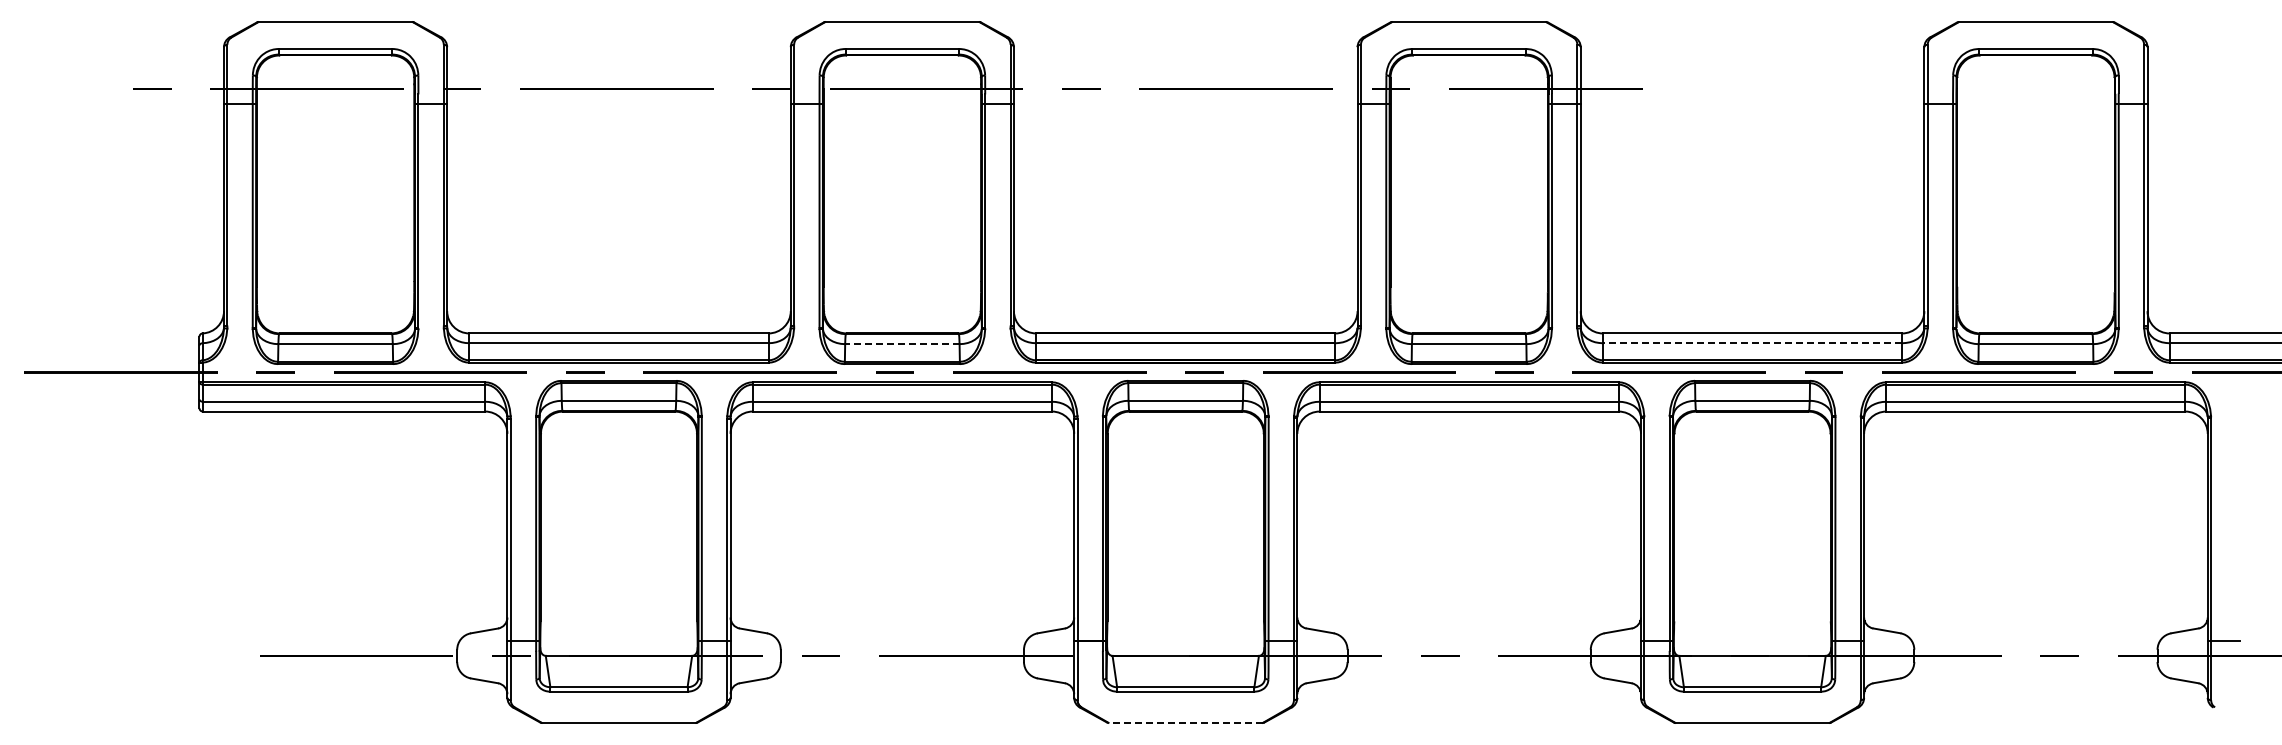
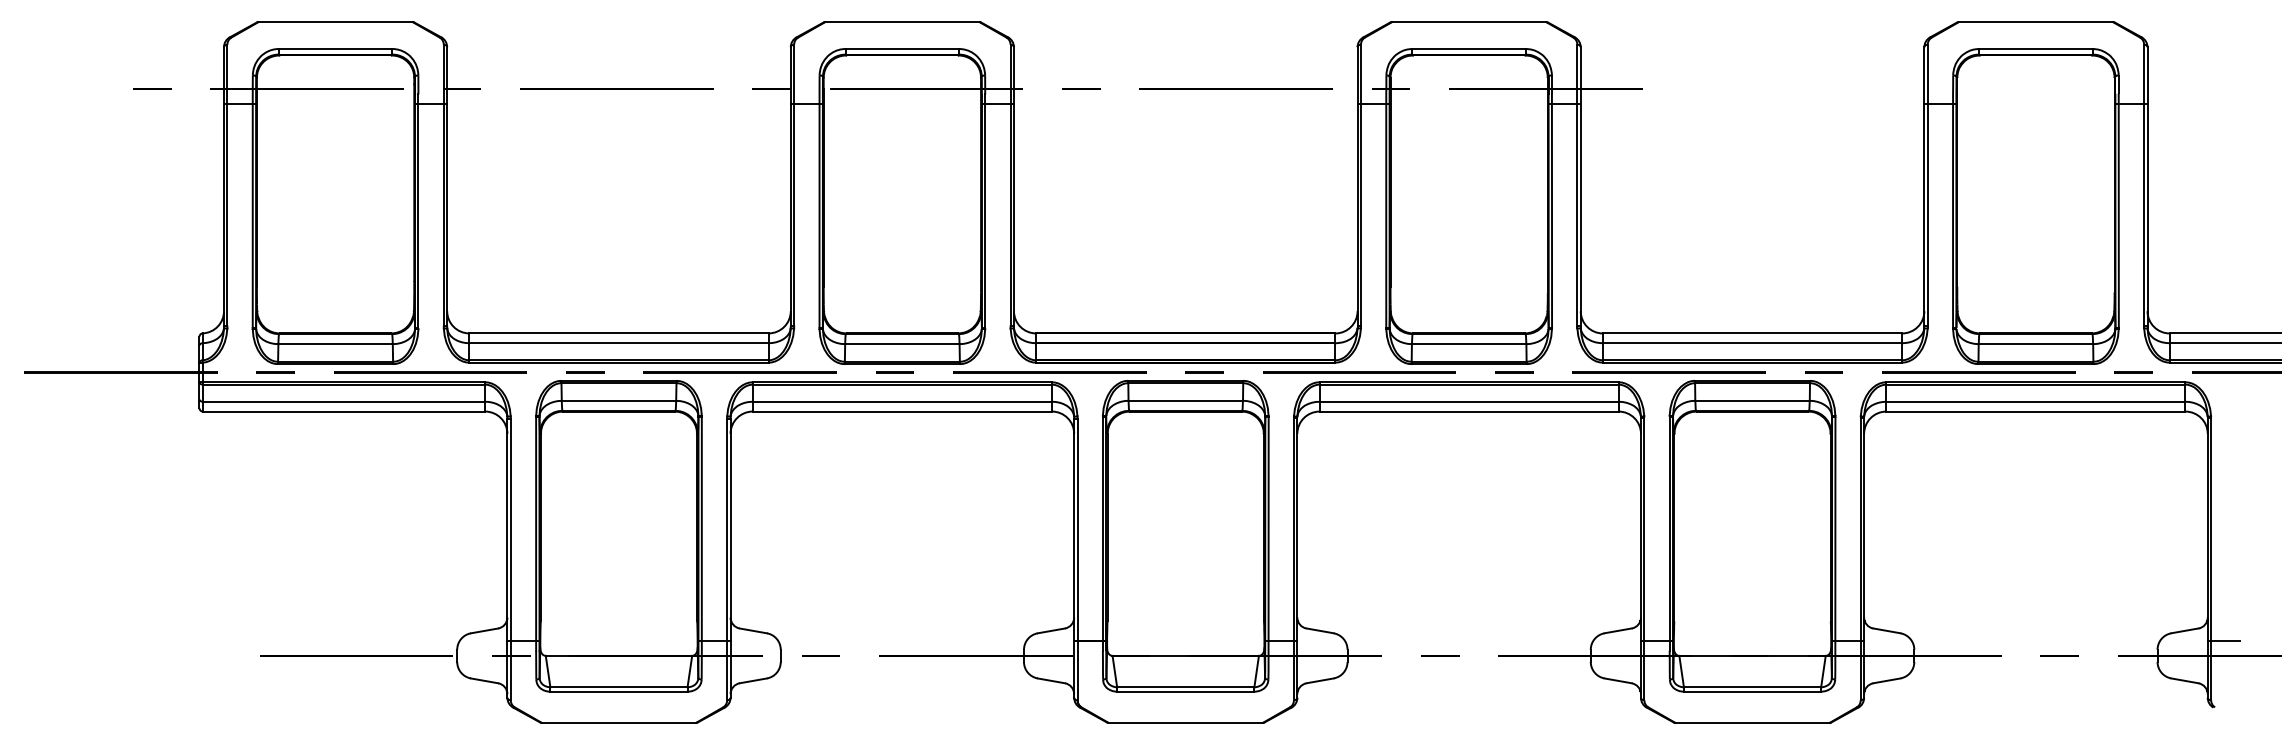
line at (1752, 343): dashed -> solid
line at (901, 344): dashed -> solid
line at (1185, 722): dashed -> solid
